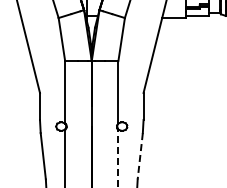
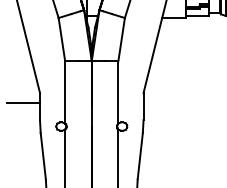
line at (22, 102): none -> present
line at (140, 156): dashed -> solid
line at (118, 158): dashed -> solid
